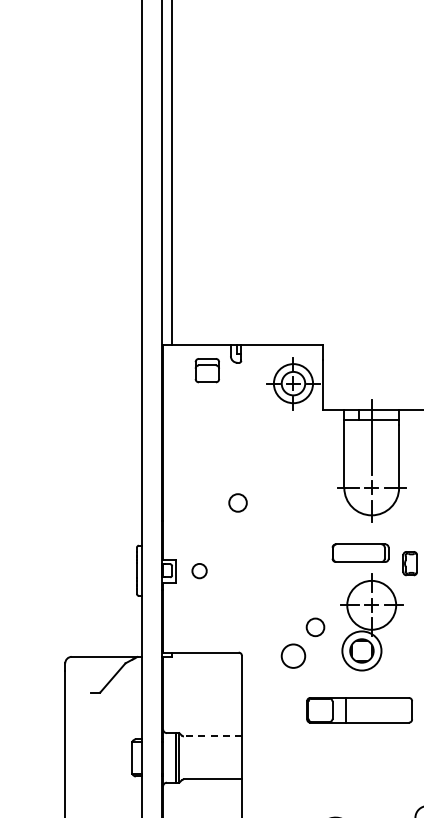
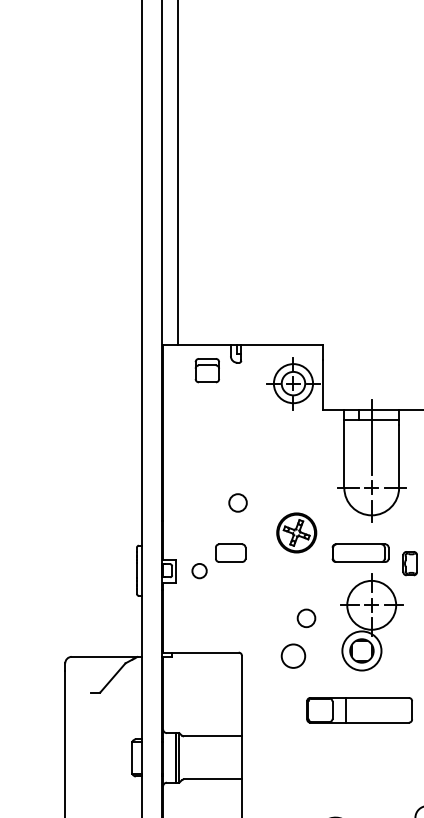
line at (172, 173) position: (172, 173) -> (178, 173)
part at (296, 532): none -> present
part at (230, 552): none -> present
circle at (315, 627) position: (315, 627) -> (306, 618)
line at (212, 736): dashed -> solid
